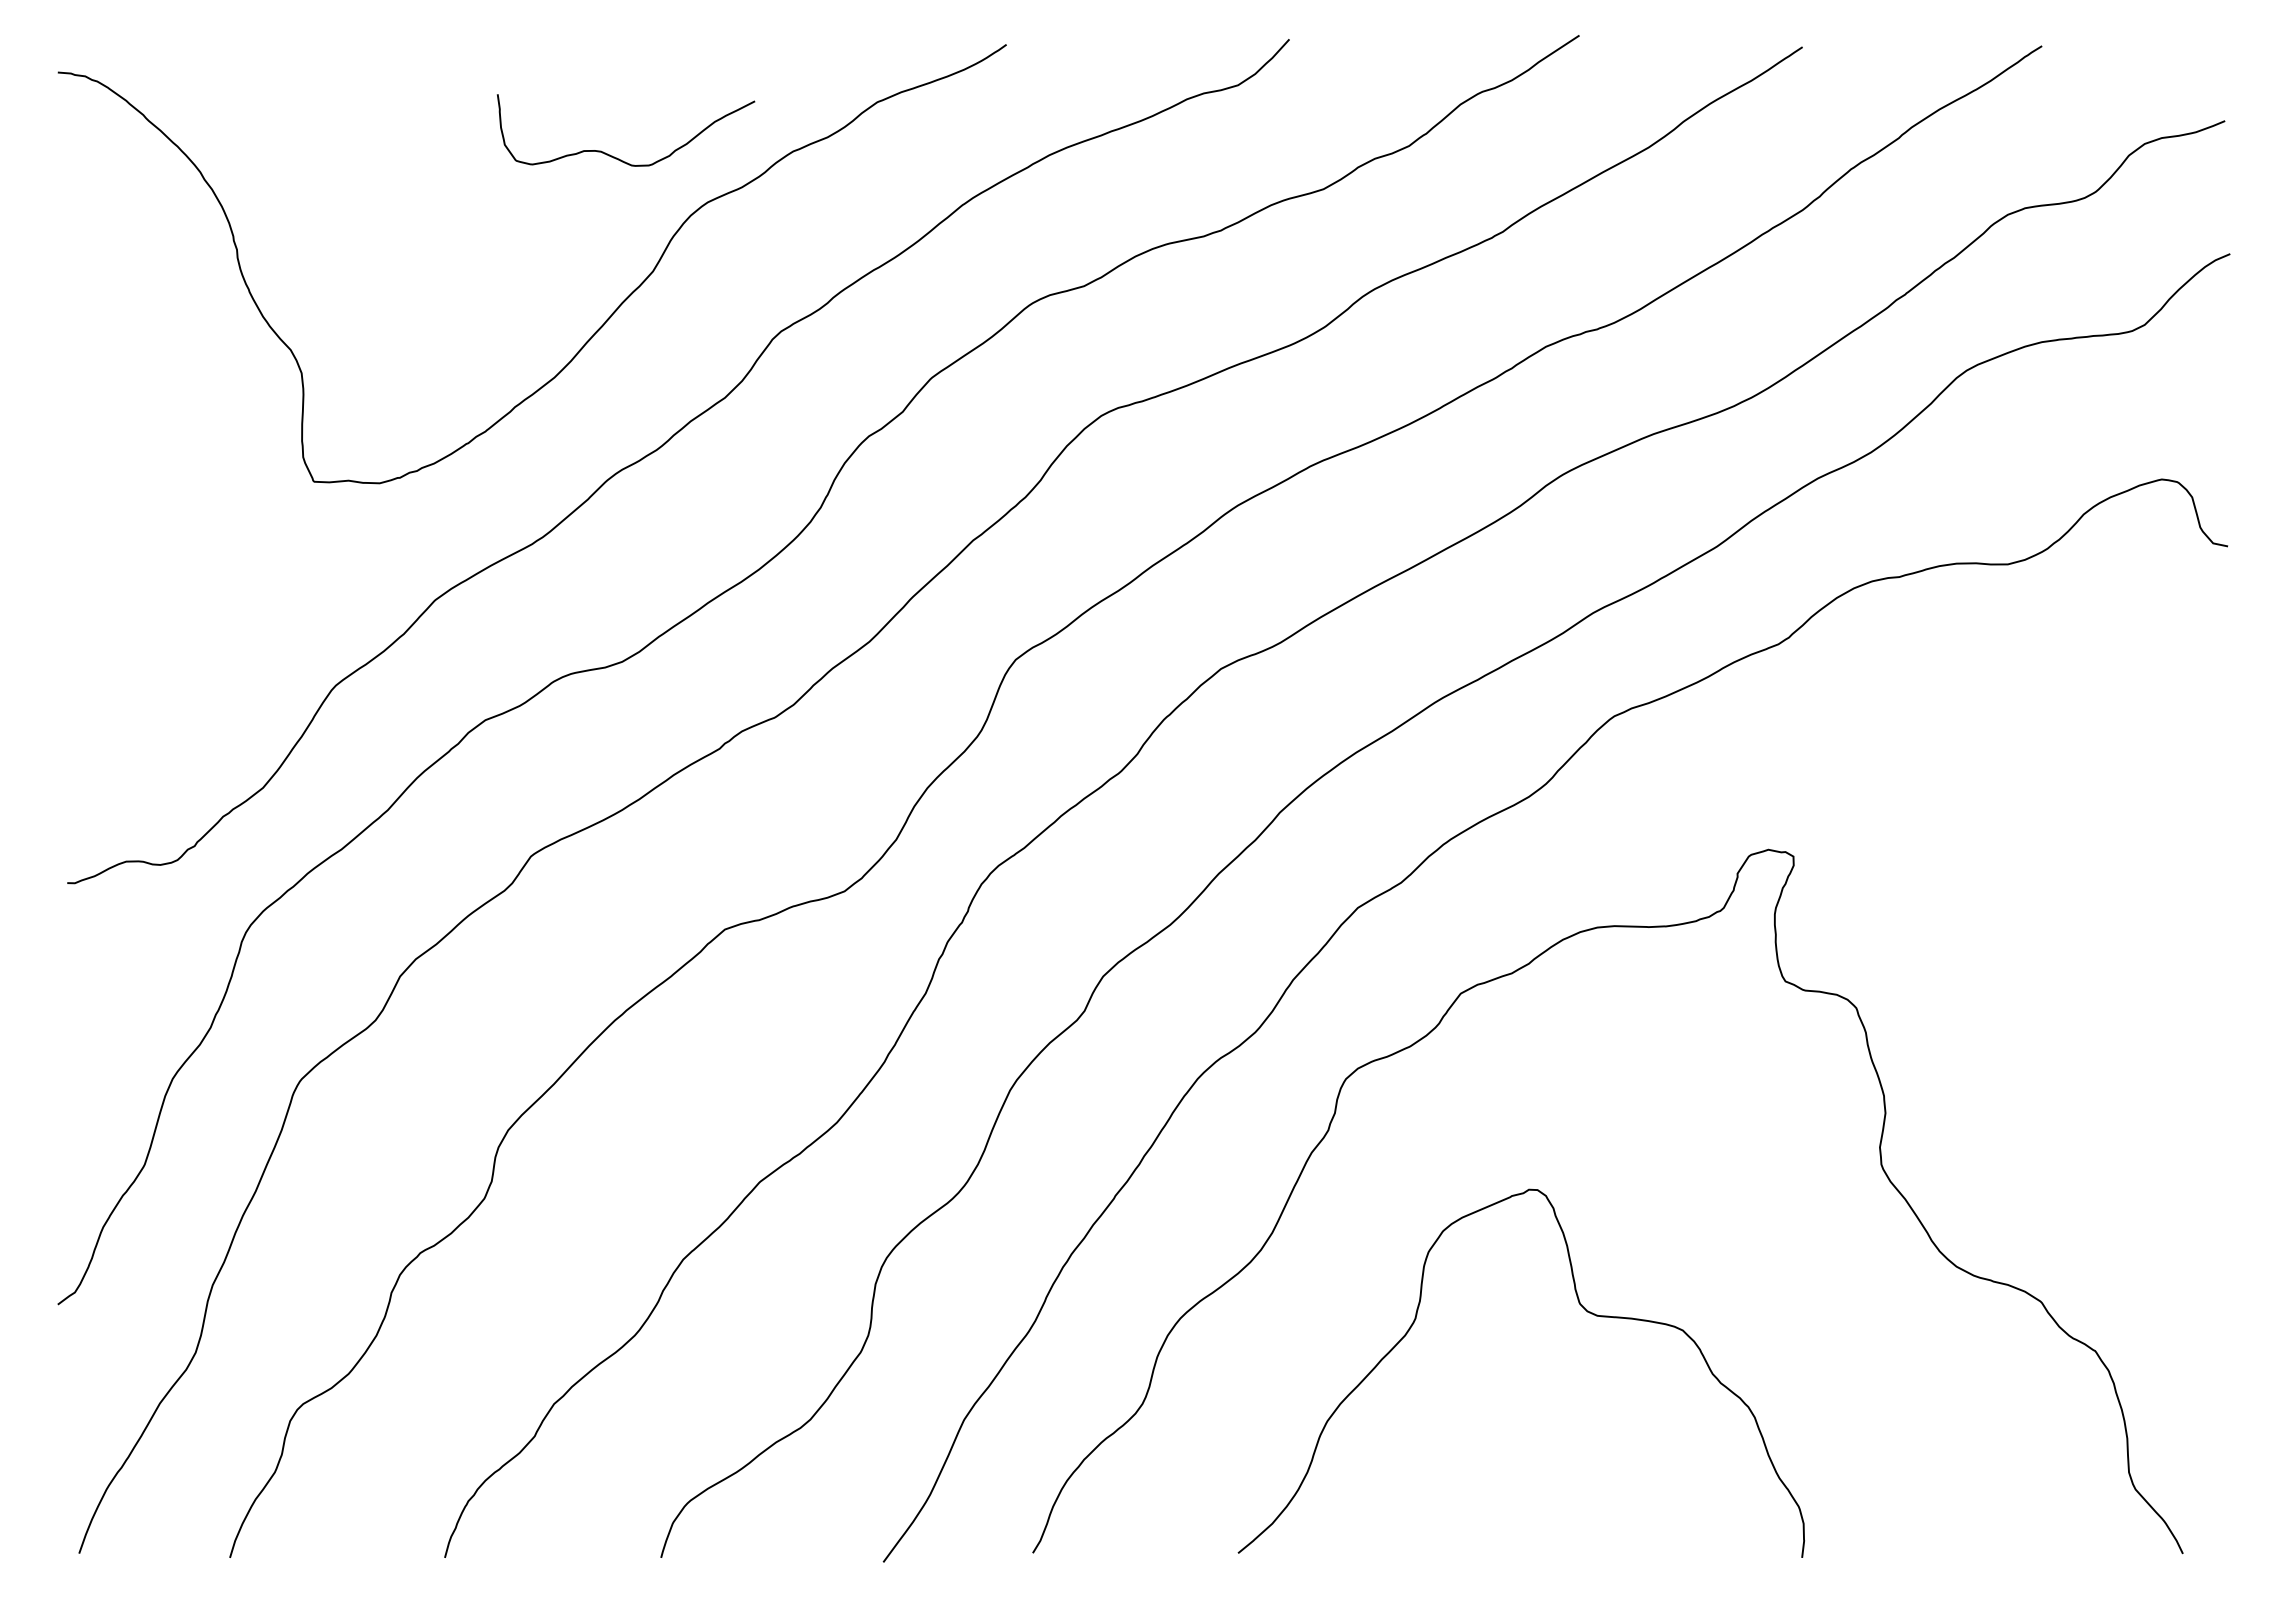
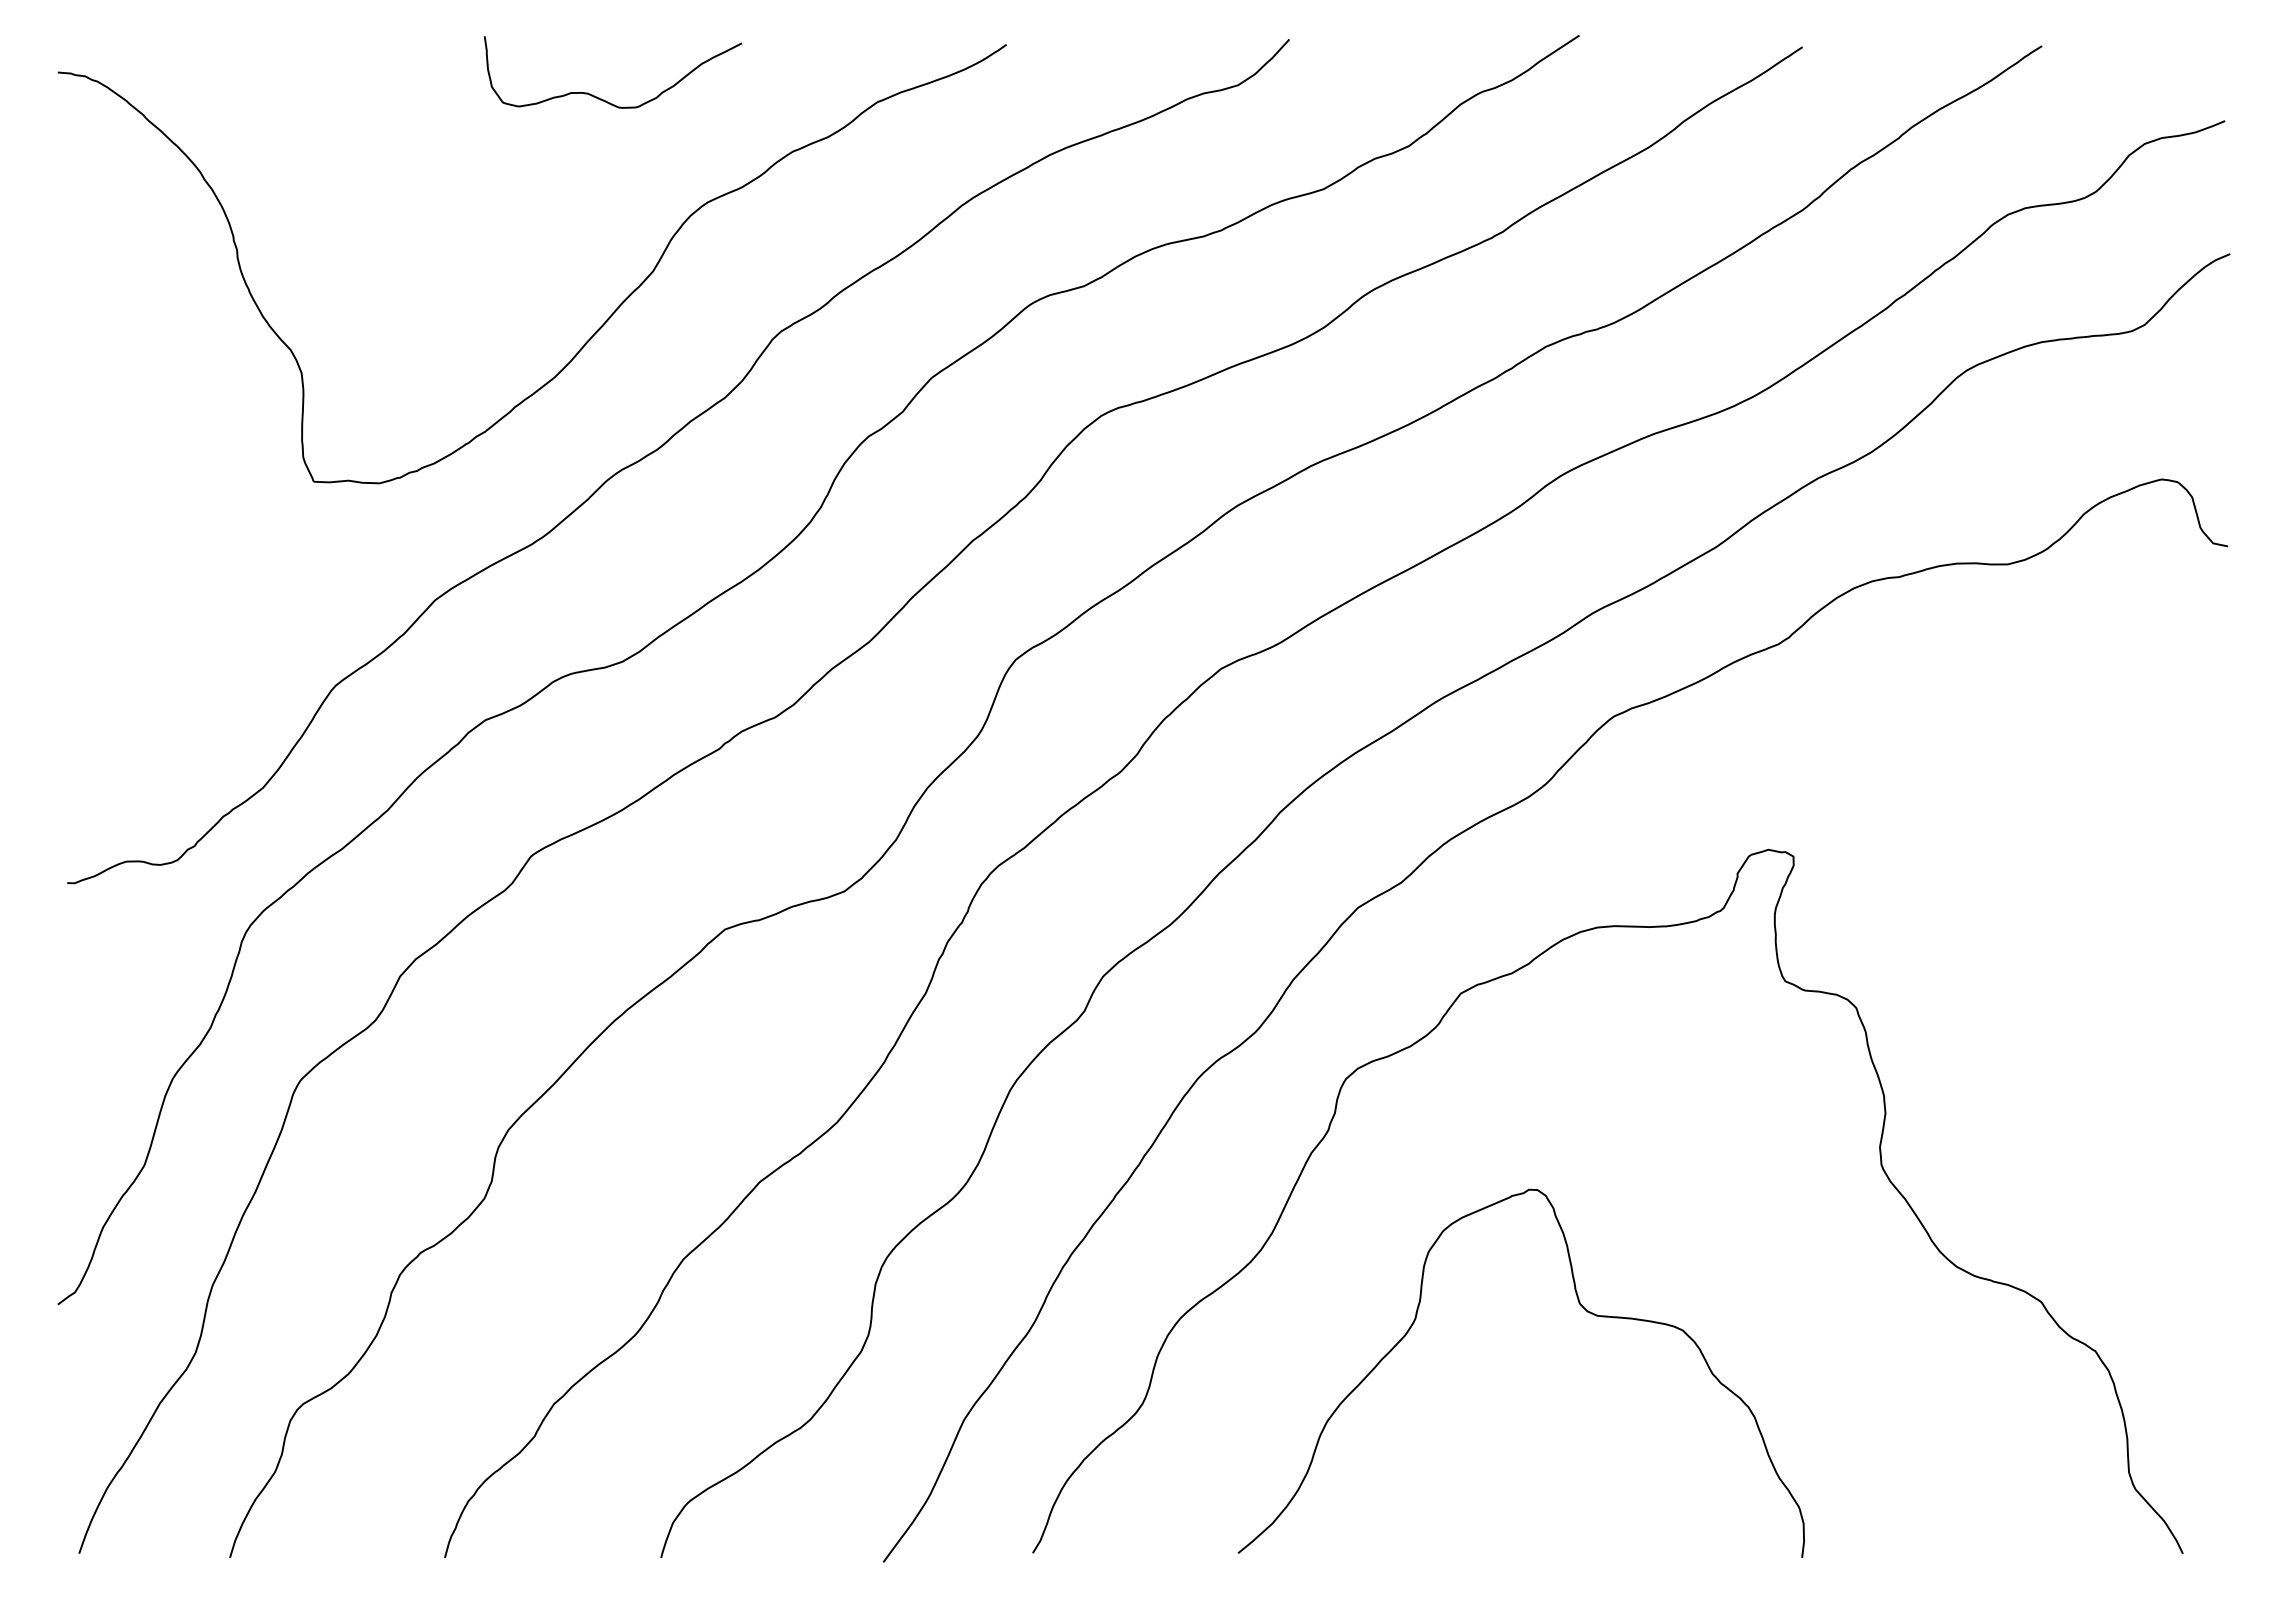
curve at (614, 156) position: (614, 156) -> (601, 98)
